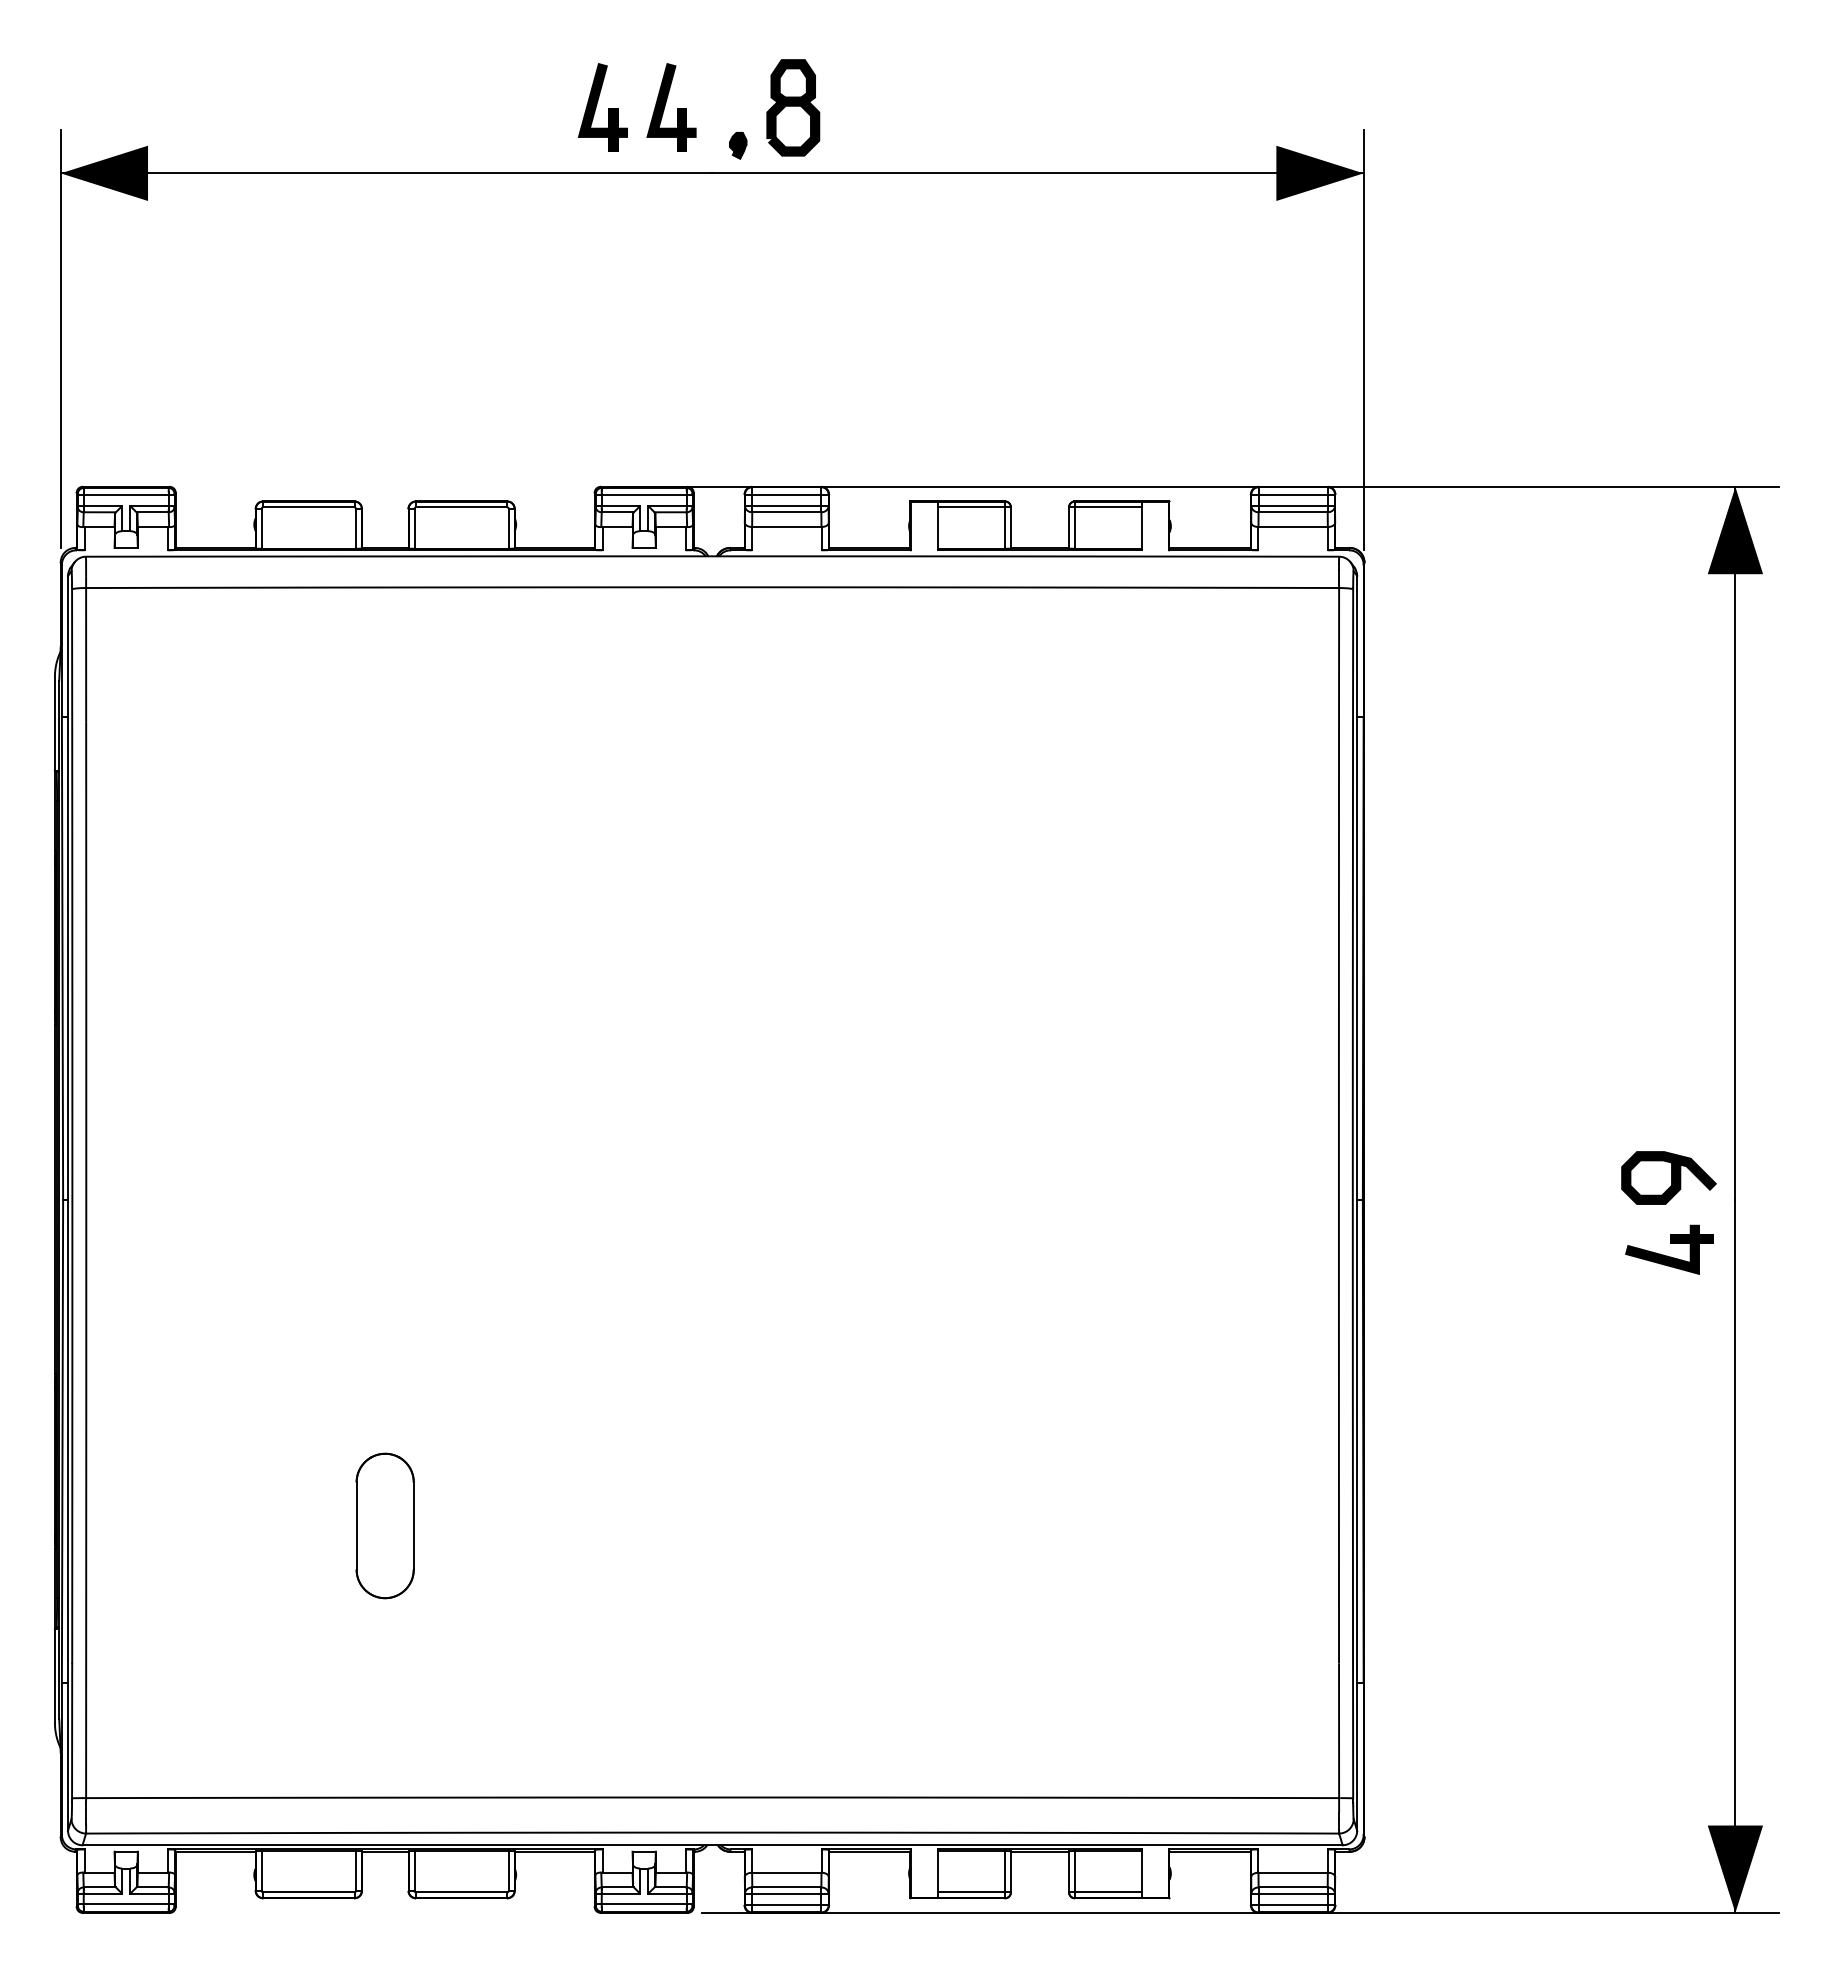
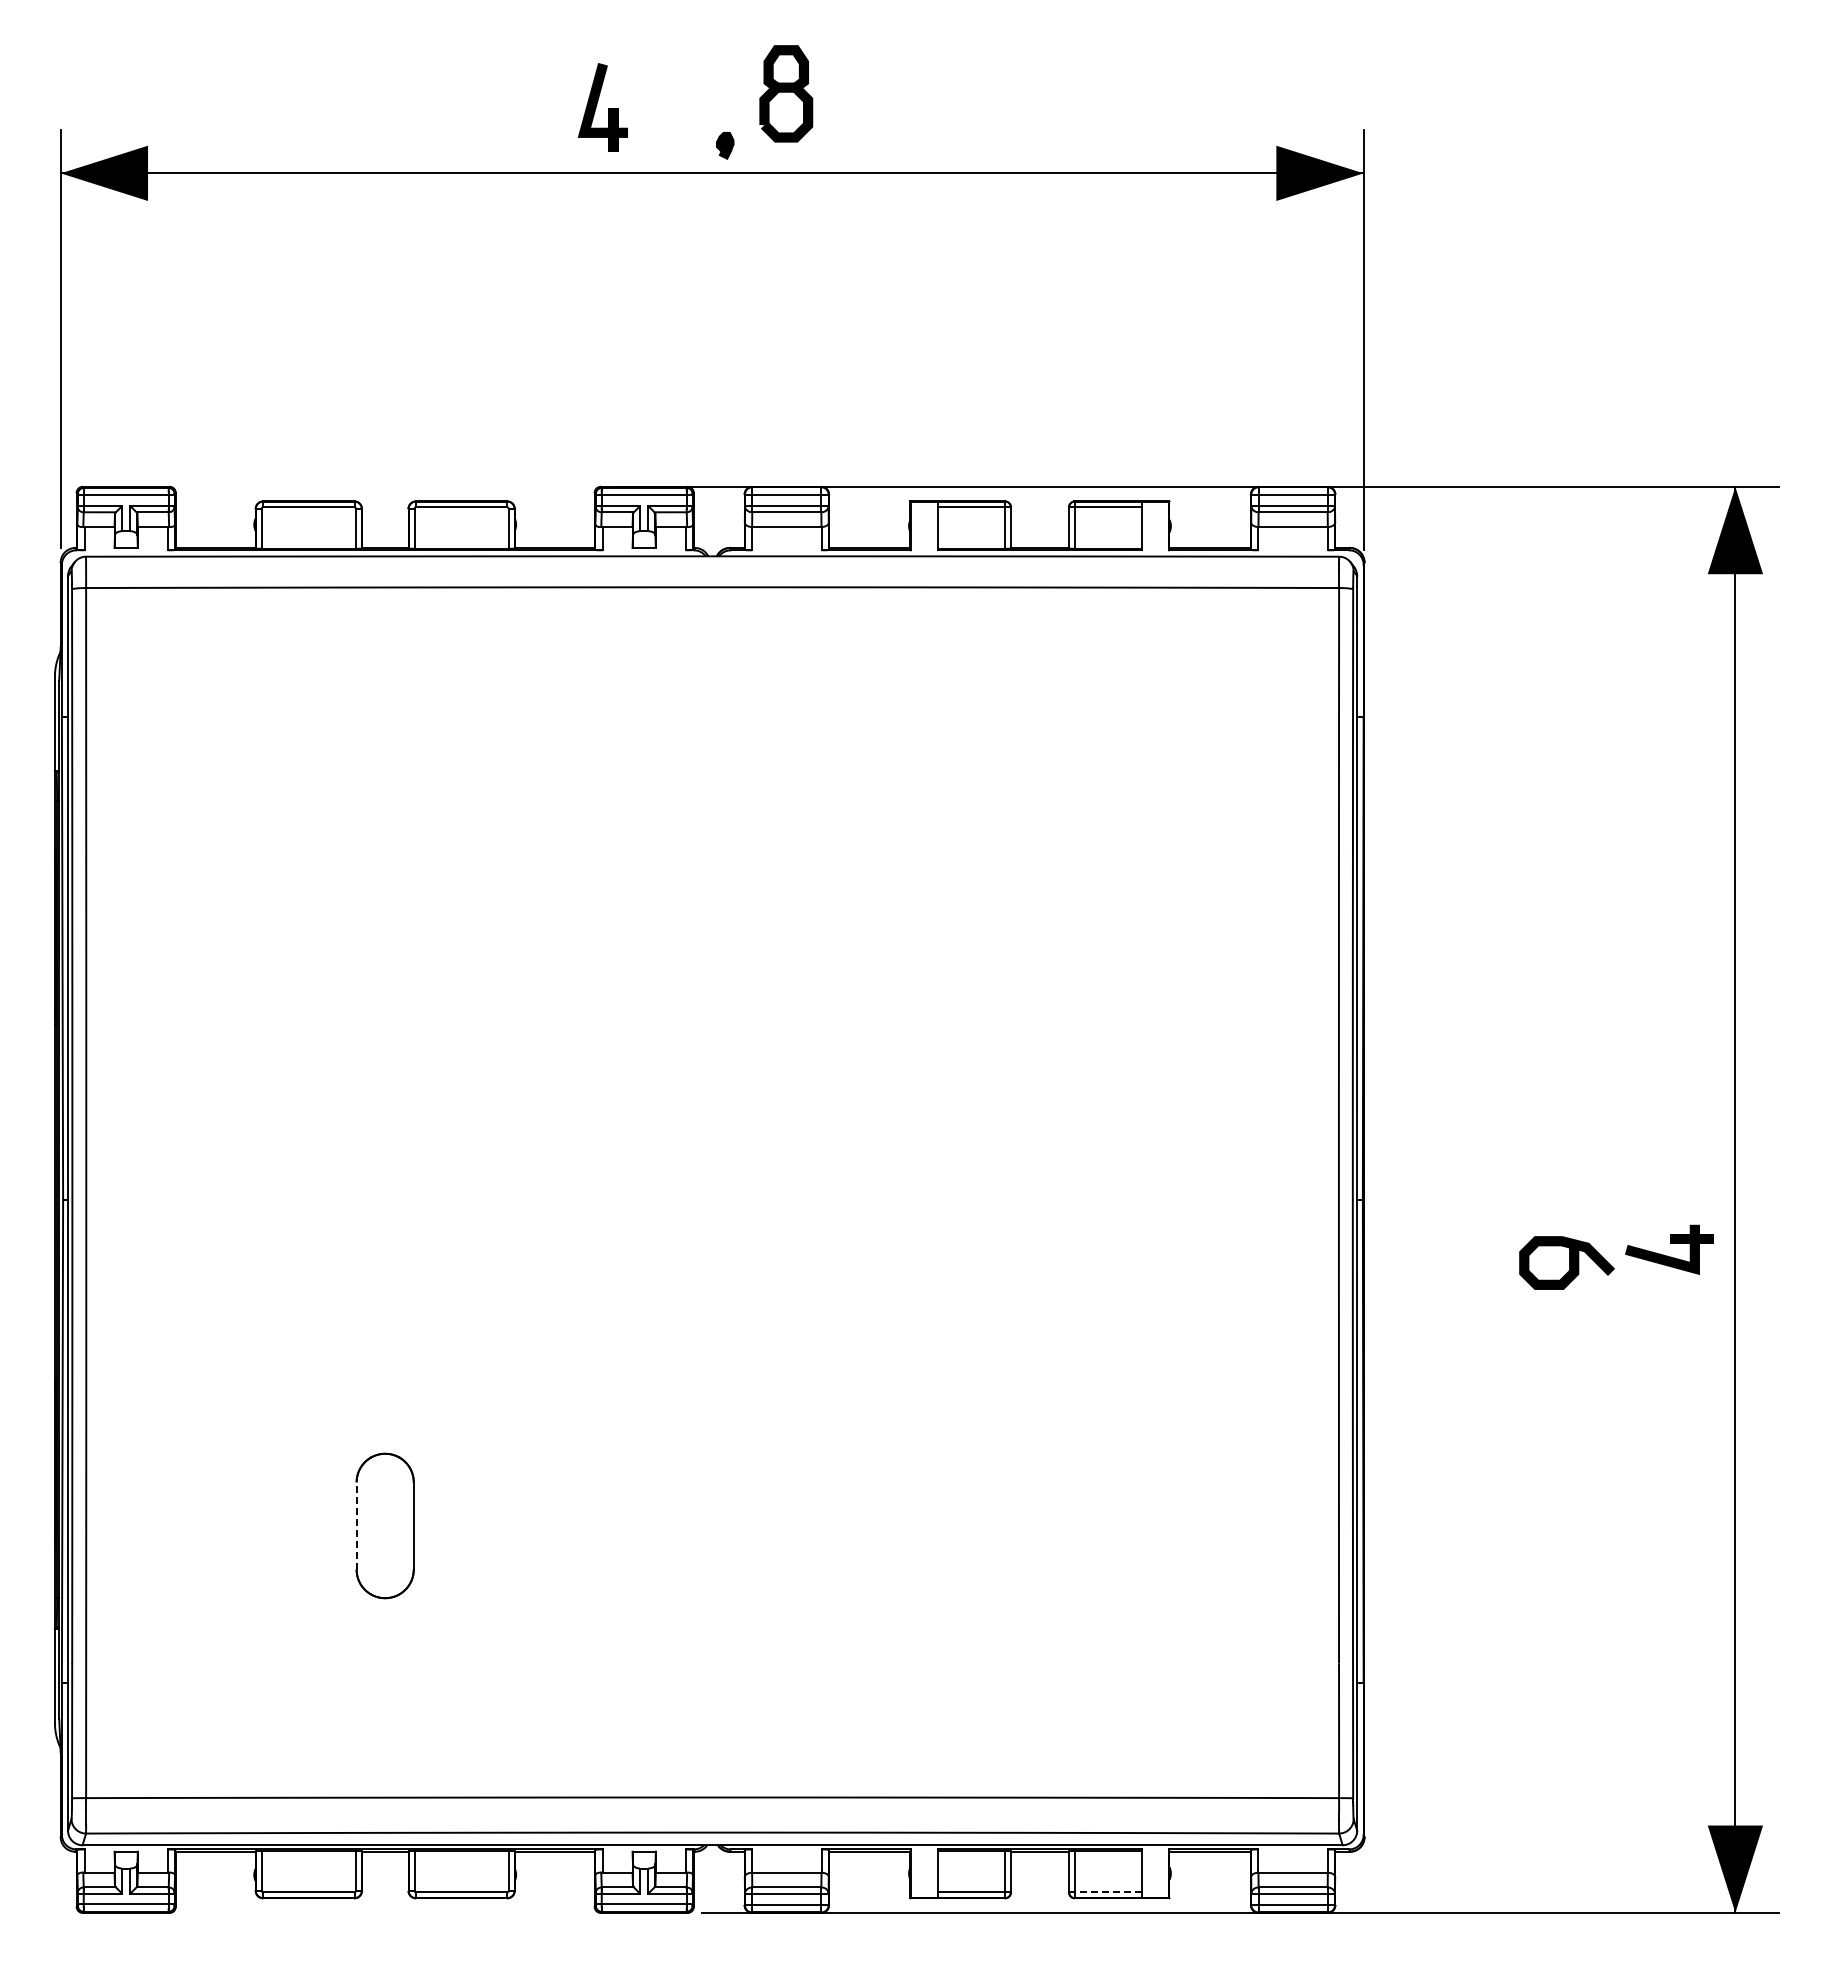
part at (671, 107): present -> none
part at (793, 107) position: (793, 107) -> (786, 93)
part at (738, 145) position: (738, 145) -> (725, 145)
curve at (1671, 1177) position: (1671, 1177) -> (1569, 1262)
line at (356, 1526): solid -> dashed
line at (1105, 1892): solid -> dashed
